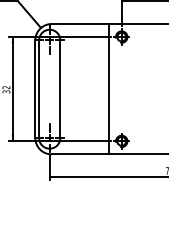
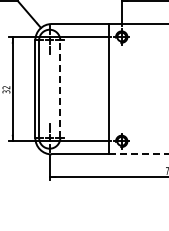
line at (60, 89): solid -> dashed
line at (138, 154): solid -> dashed
